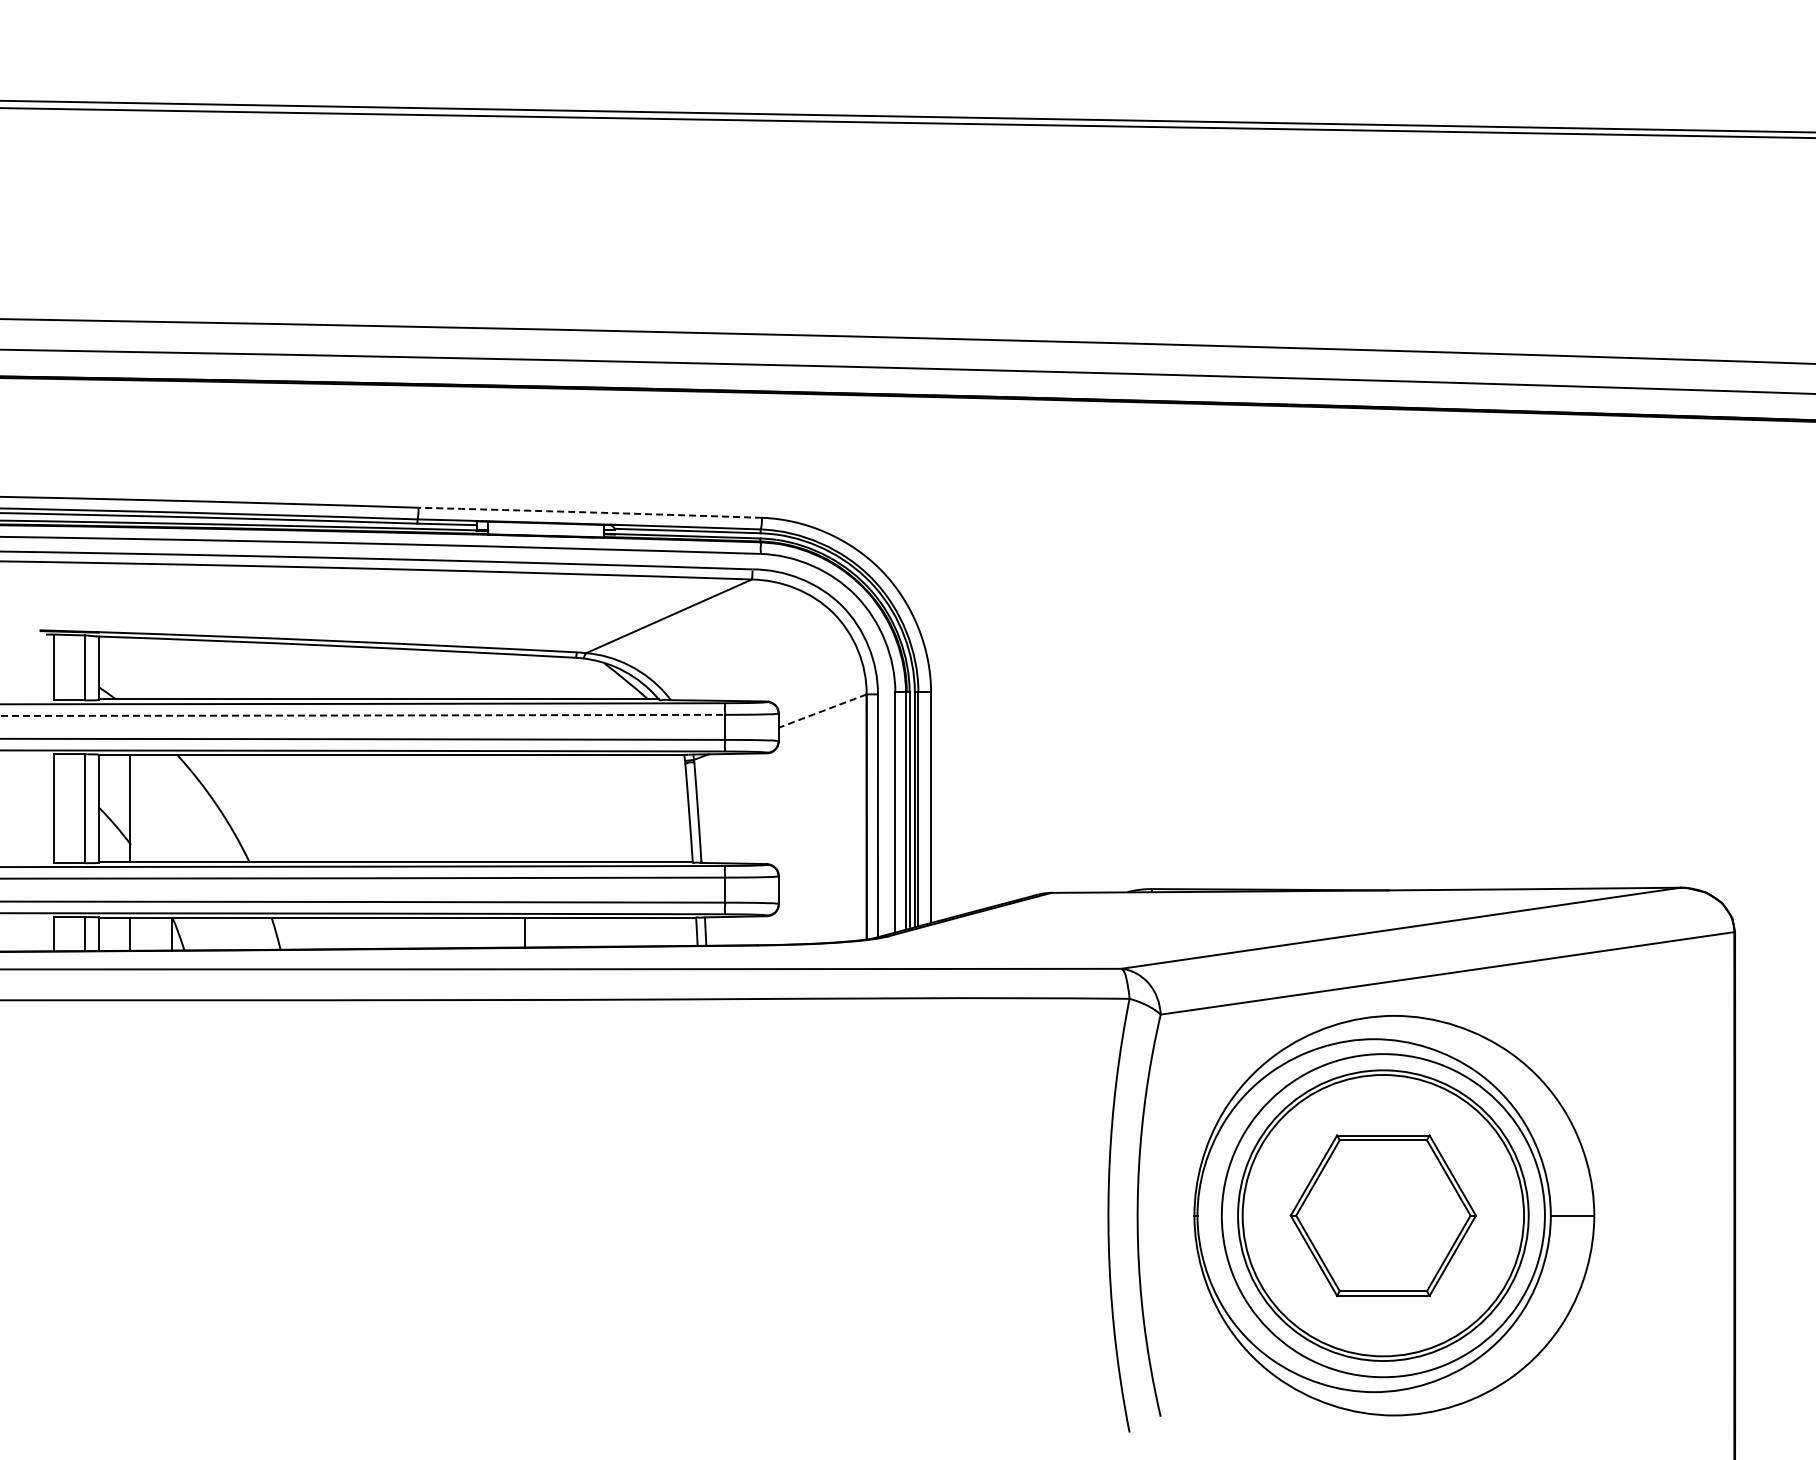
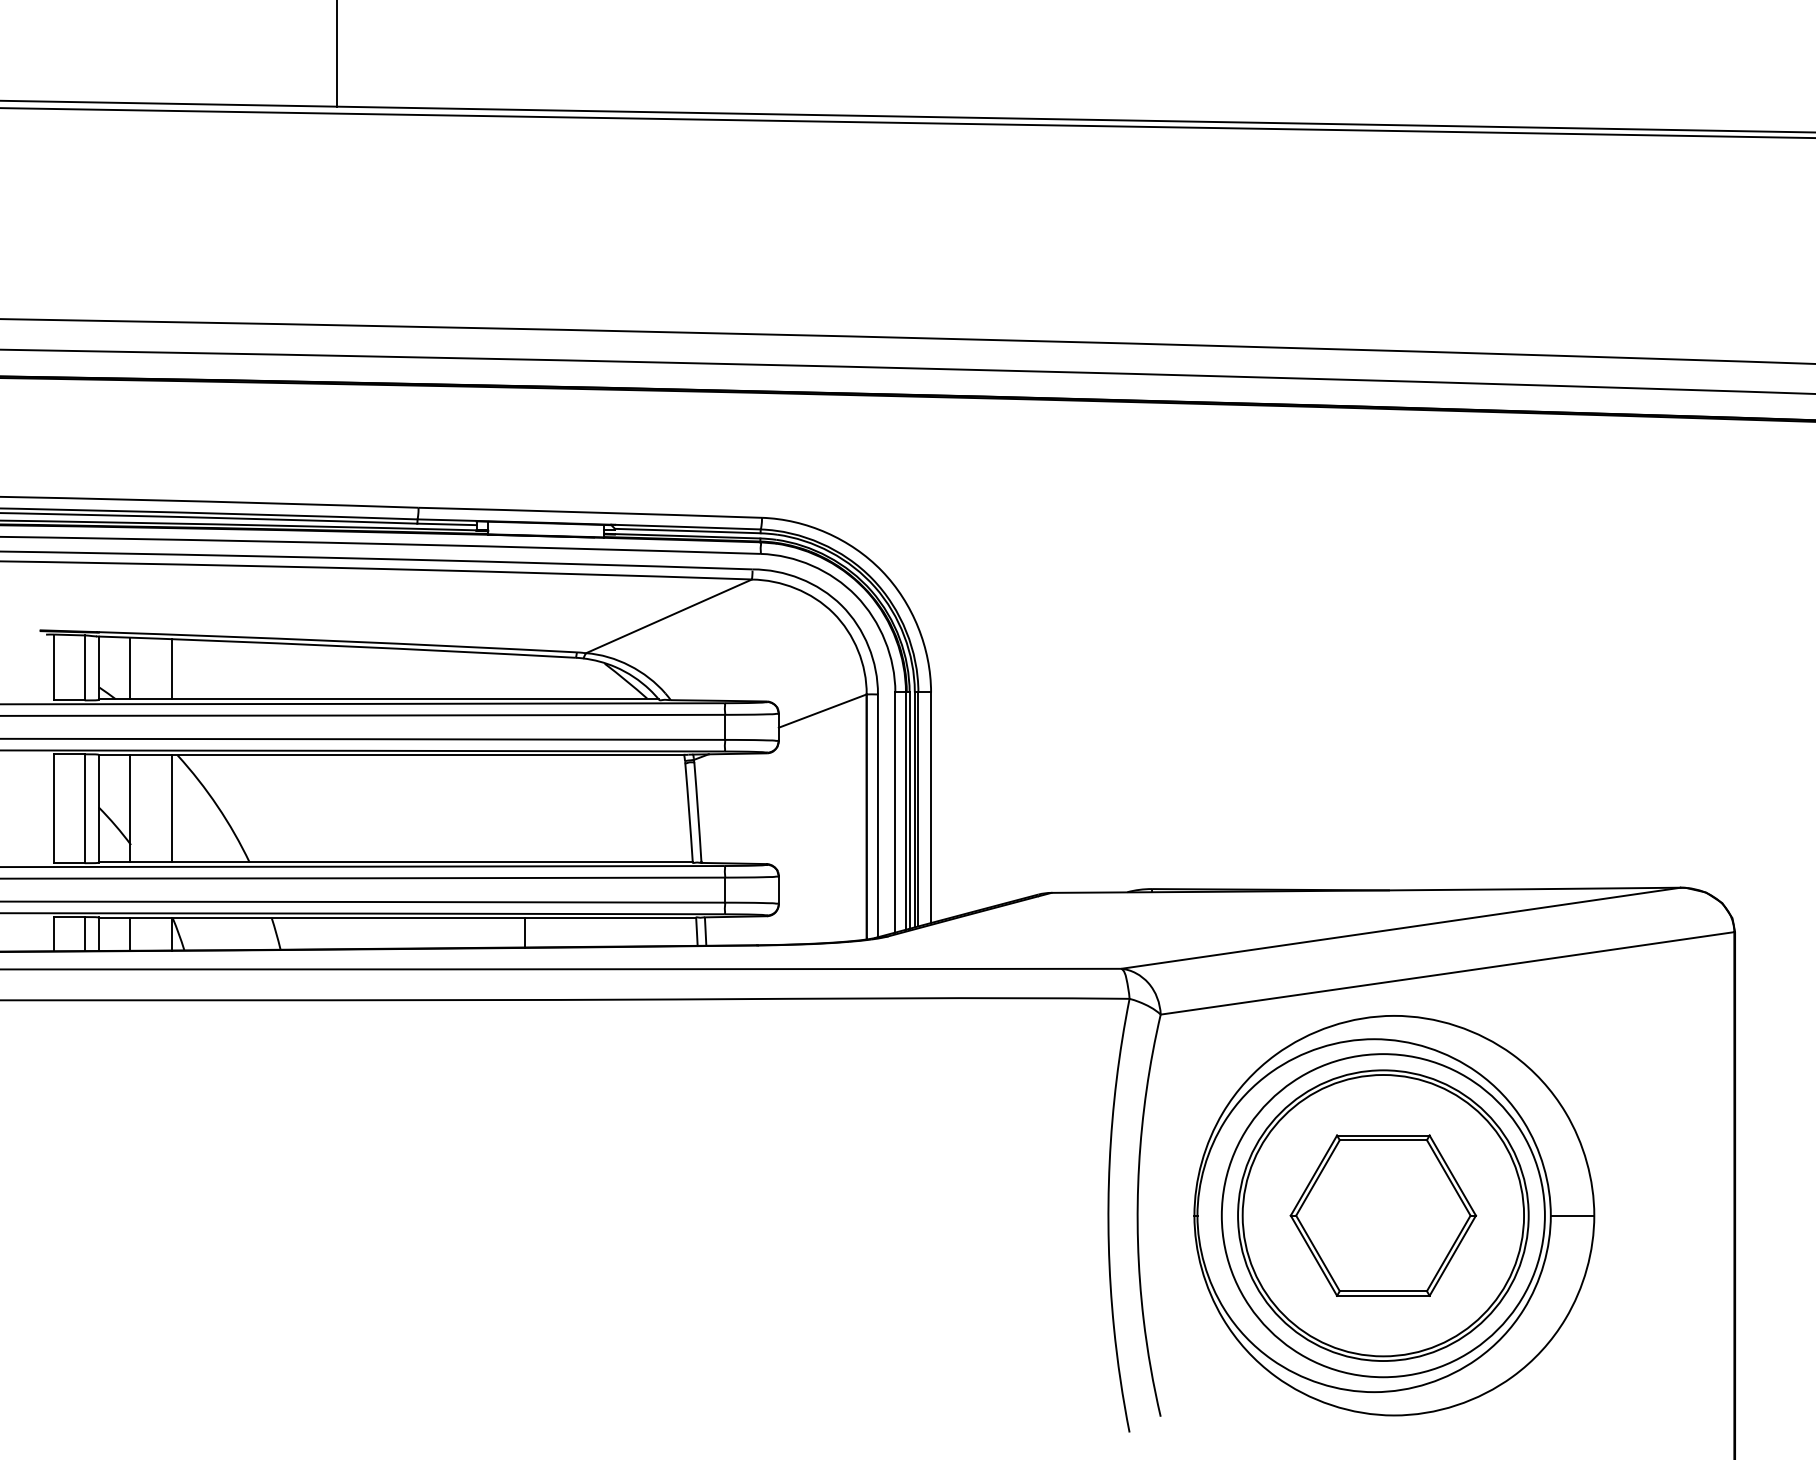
line at (337, 54): none -> present
arc at (590, 512): dashed -> solid
line at (130, 668): none -> present
line at (171, 669): none -> present
line at (822, 711): dashed -> solid
arc at (362, 715): dashed -> solid
line at (171, 808): none -> present
